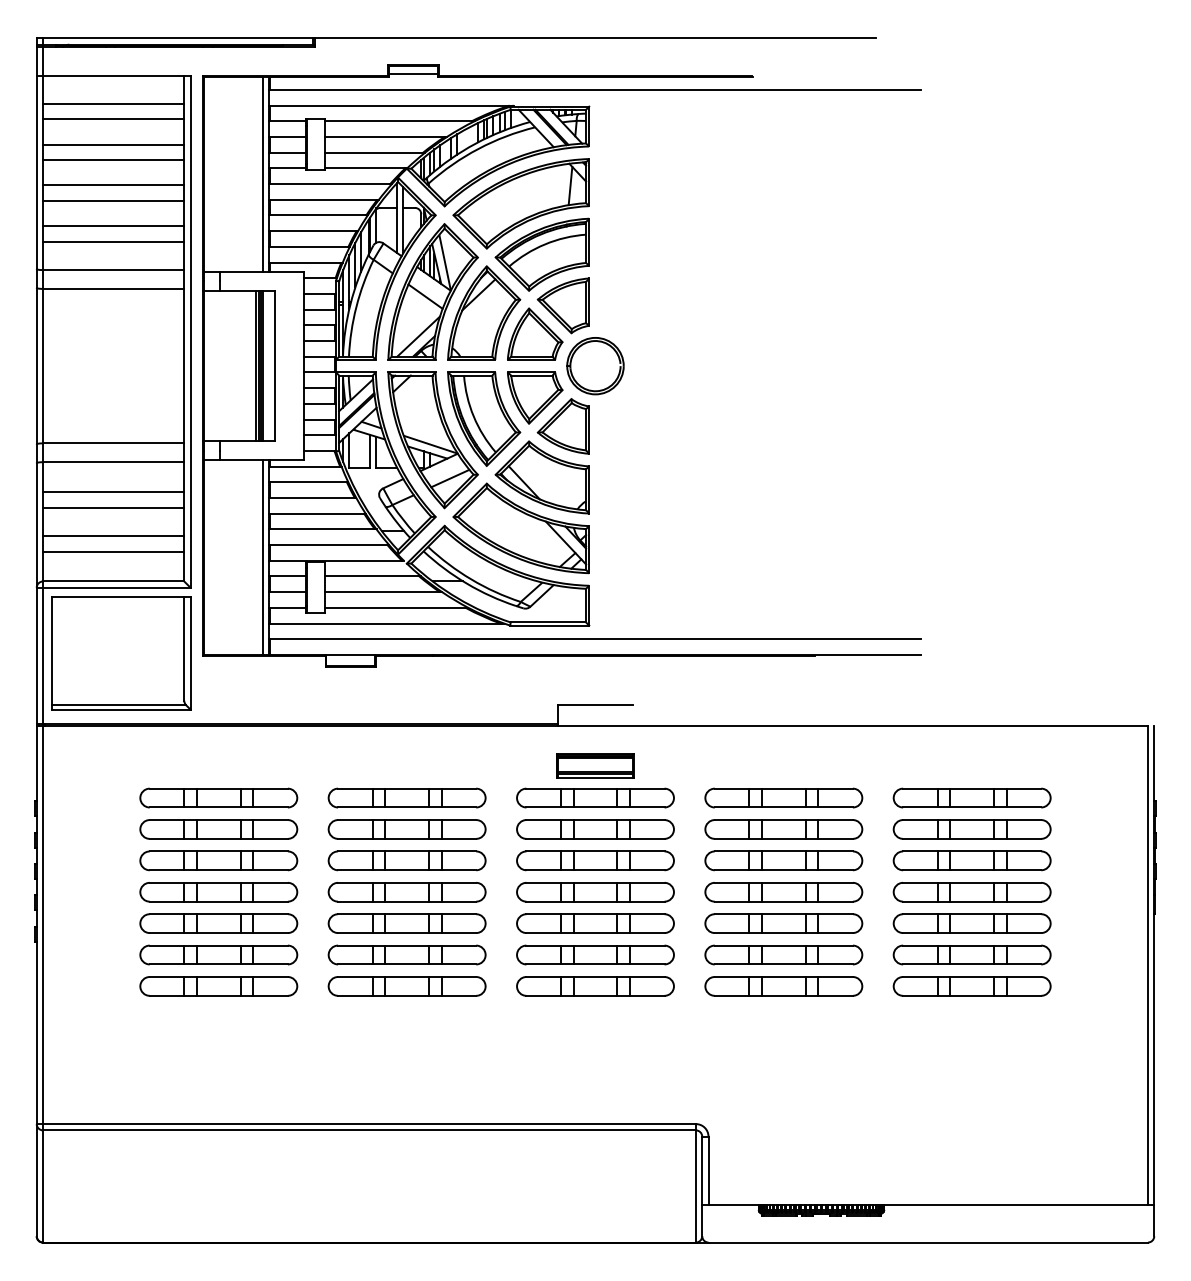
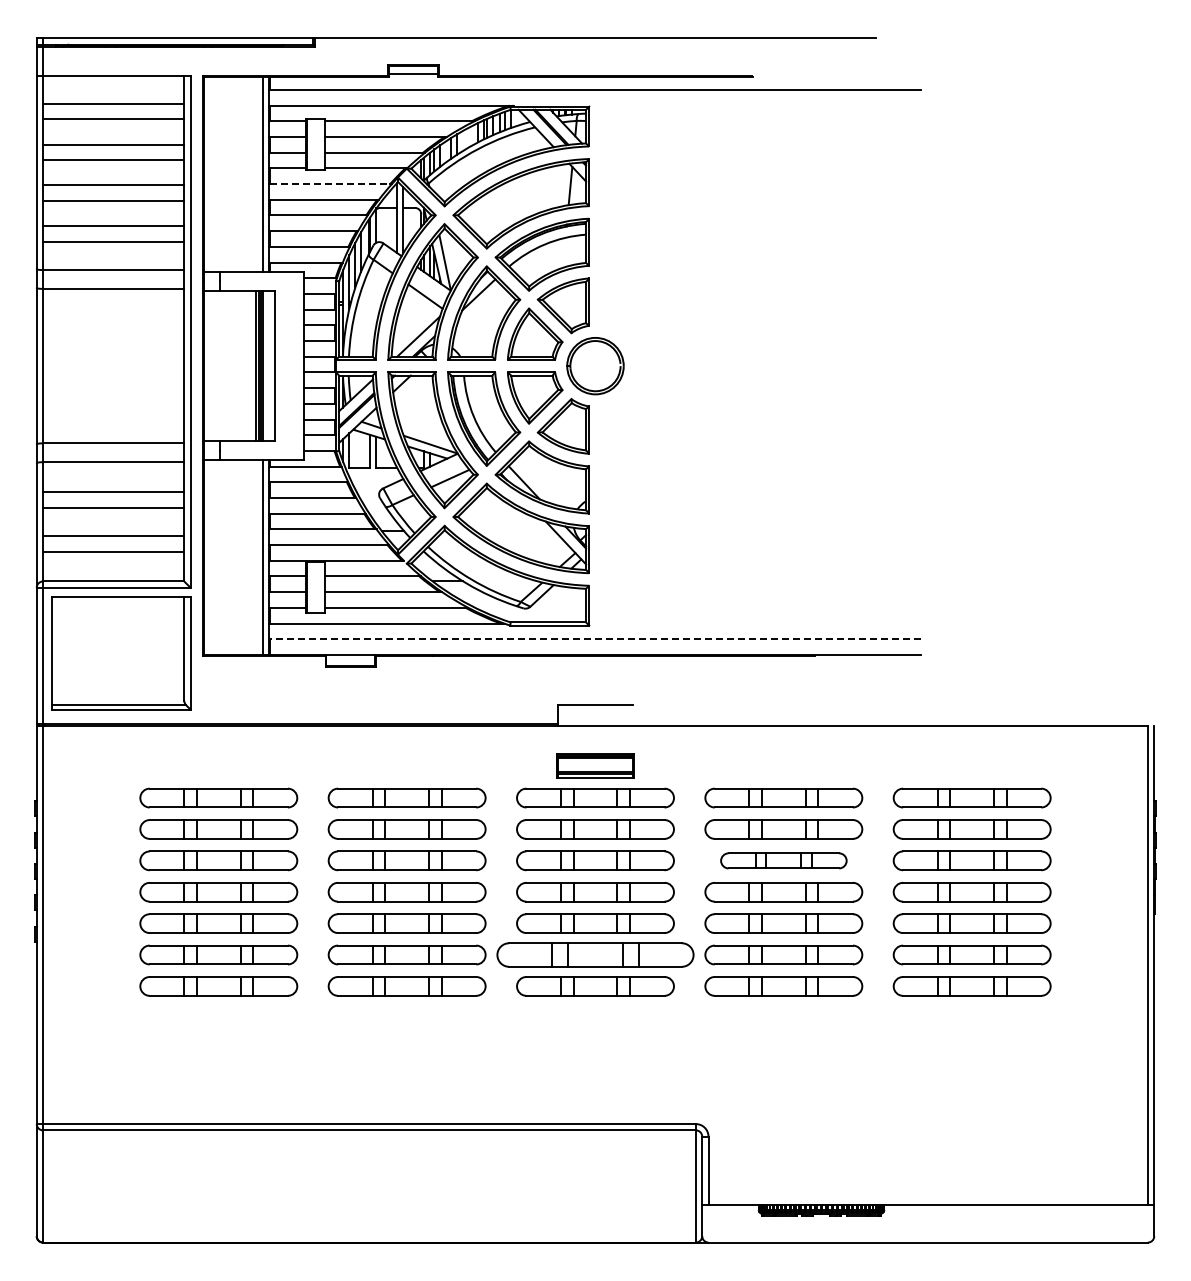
line at (330, 184): solid -> dashed
line at (595, 639): solid -> dashed
part at (783, 860) size: 160x22 px -> 128x18 px
part at (595, 954) size: 159x22 px -> 199x26 px
